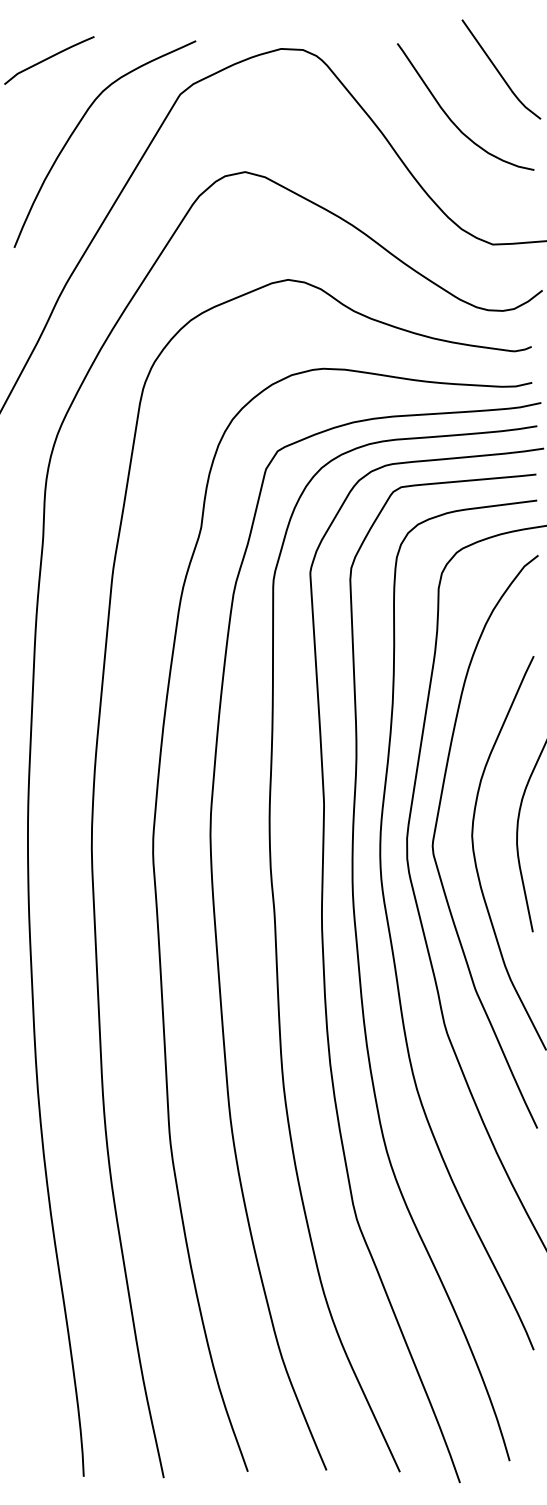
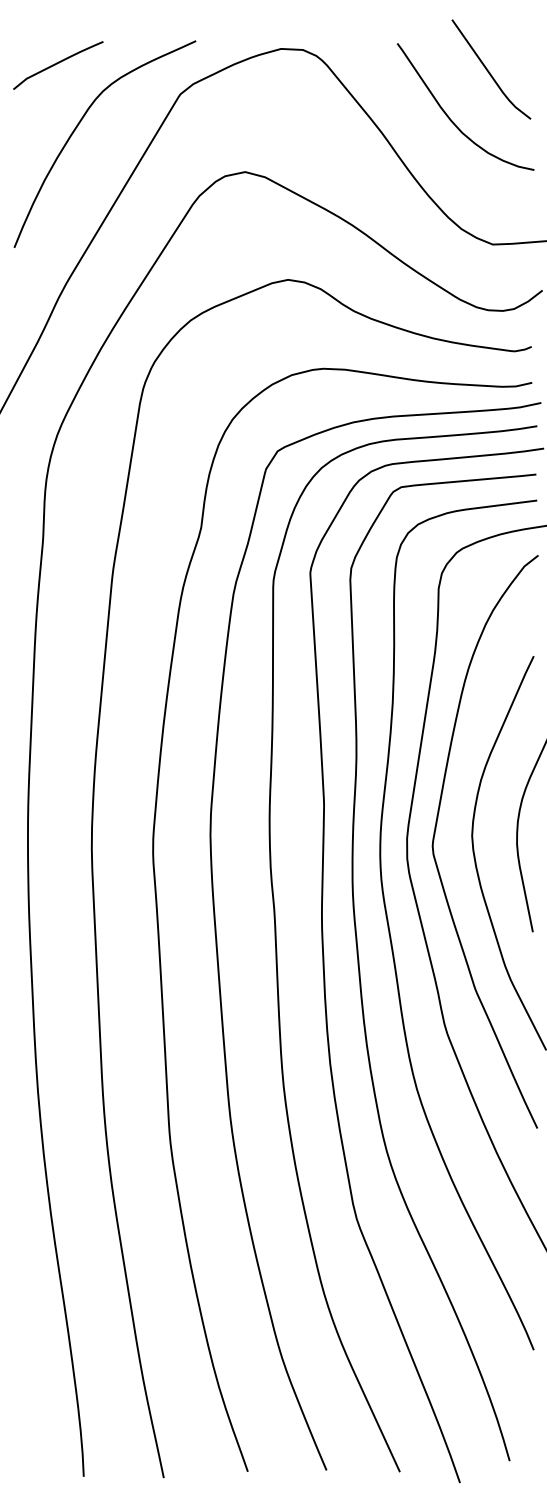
curve at (48, 59) position: (48, 59) -> (57, 64)
line at (499, 71) position: (499, 71) -> (489, 71)
